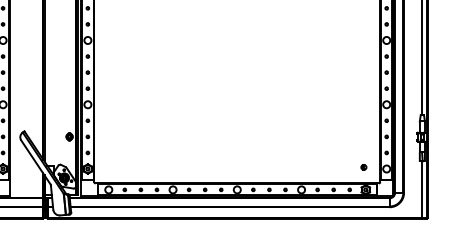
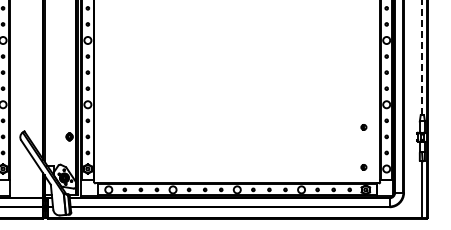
line at (422, 57): solid -> dashed
part at (363, 127): none -> present
